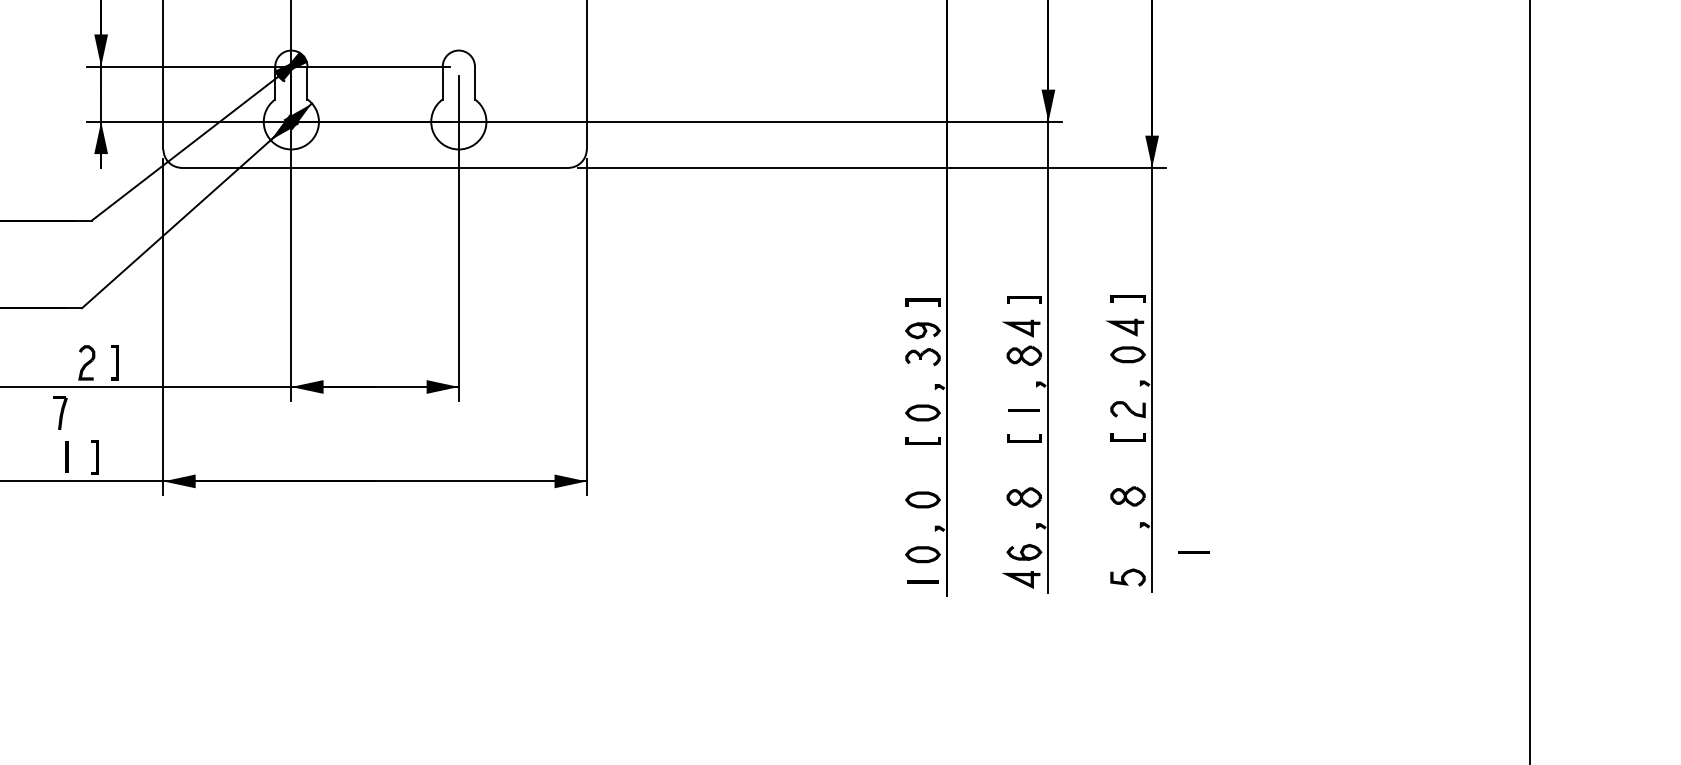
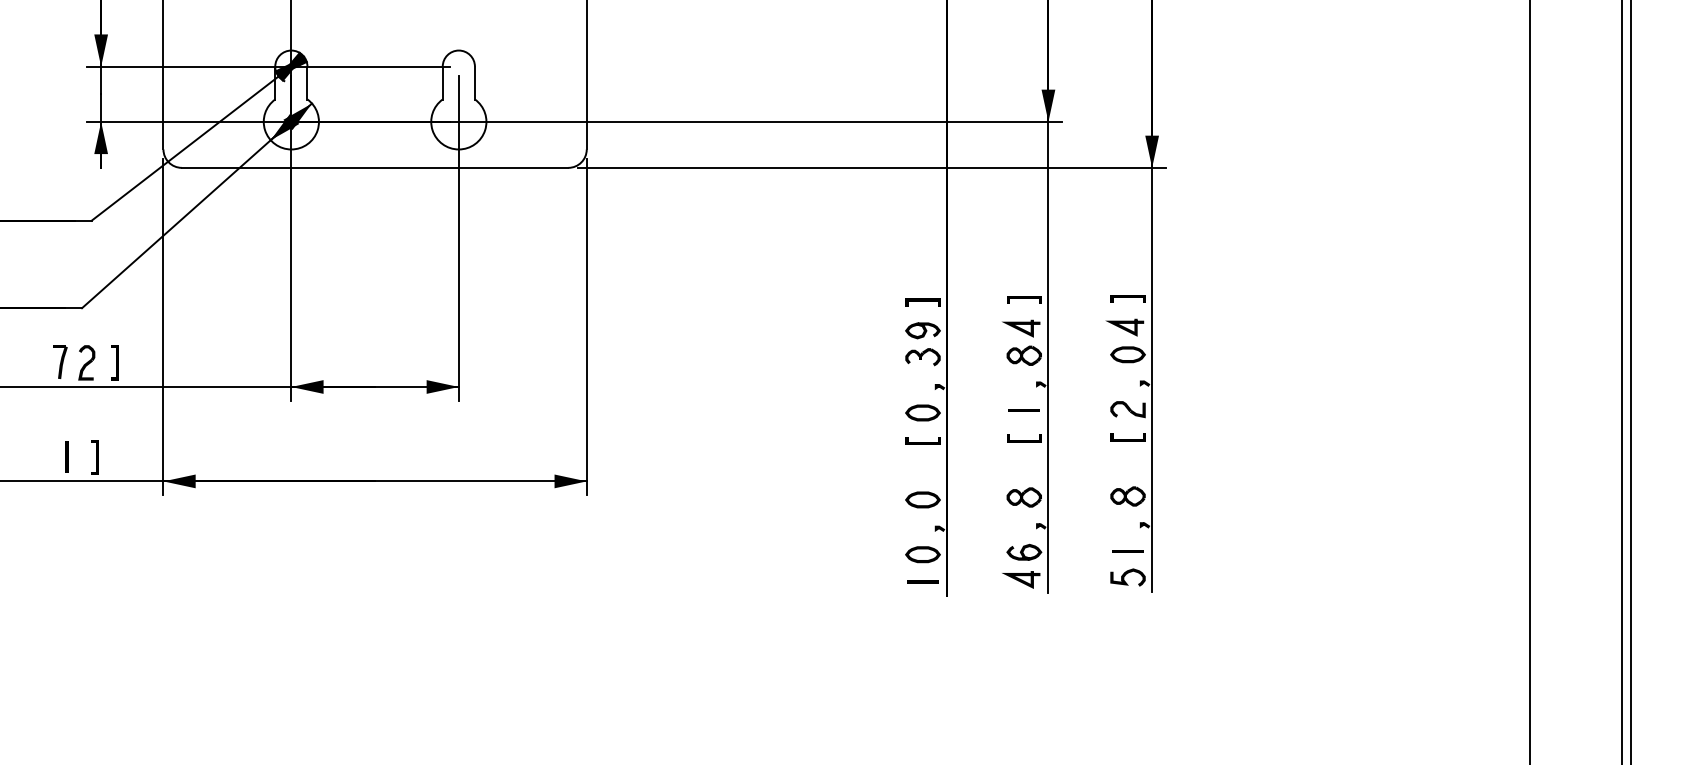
line at (1622, 381): none -> present
line at (1630, 381): none -> present
part at (60, 412) position: (60, 412) -> (60, 361)
line at (1193, 552) position: (1193, 552) -> (1127, 551)
